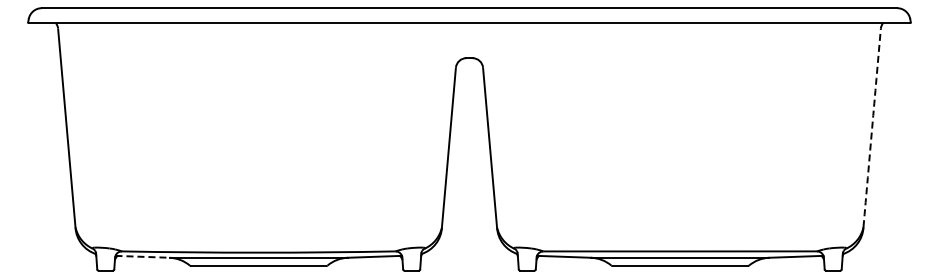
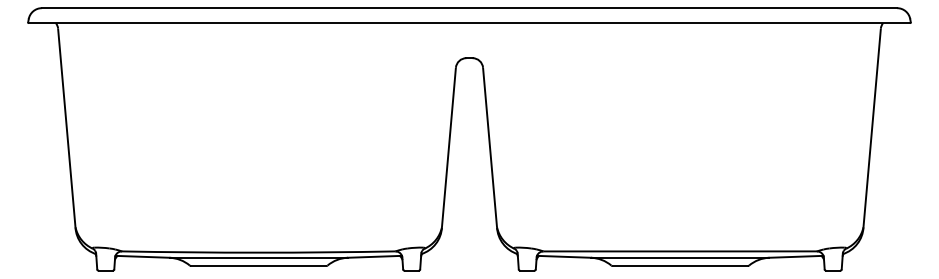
arc at (872, 127): dashed -> solid
line at (143, 256): dashed -> solid
